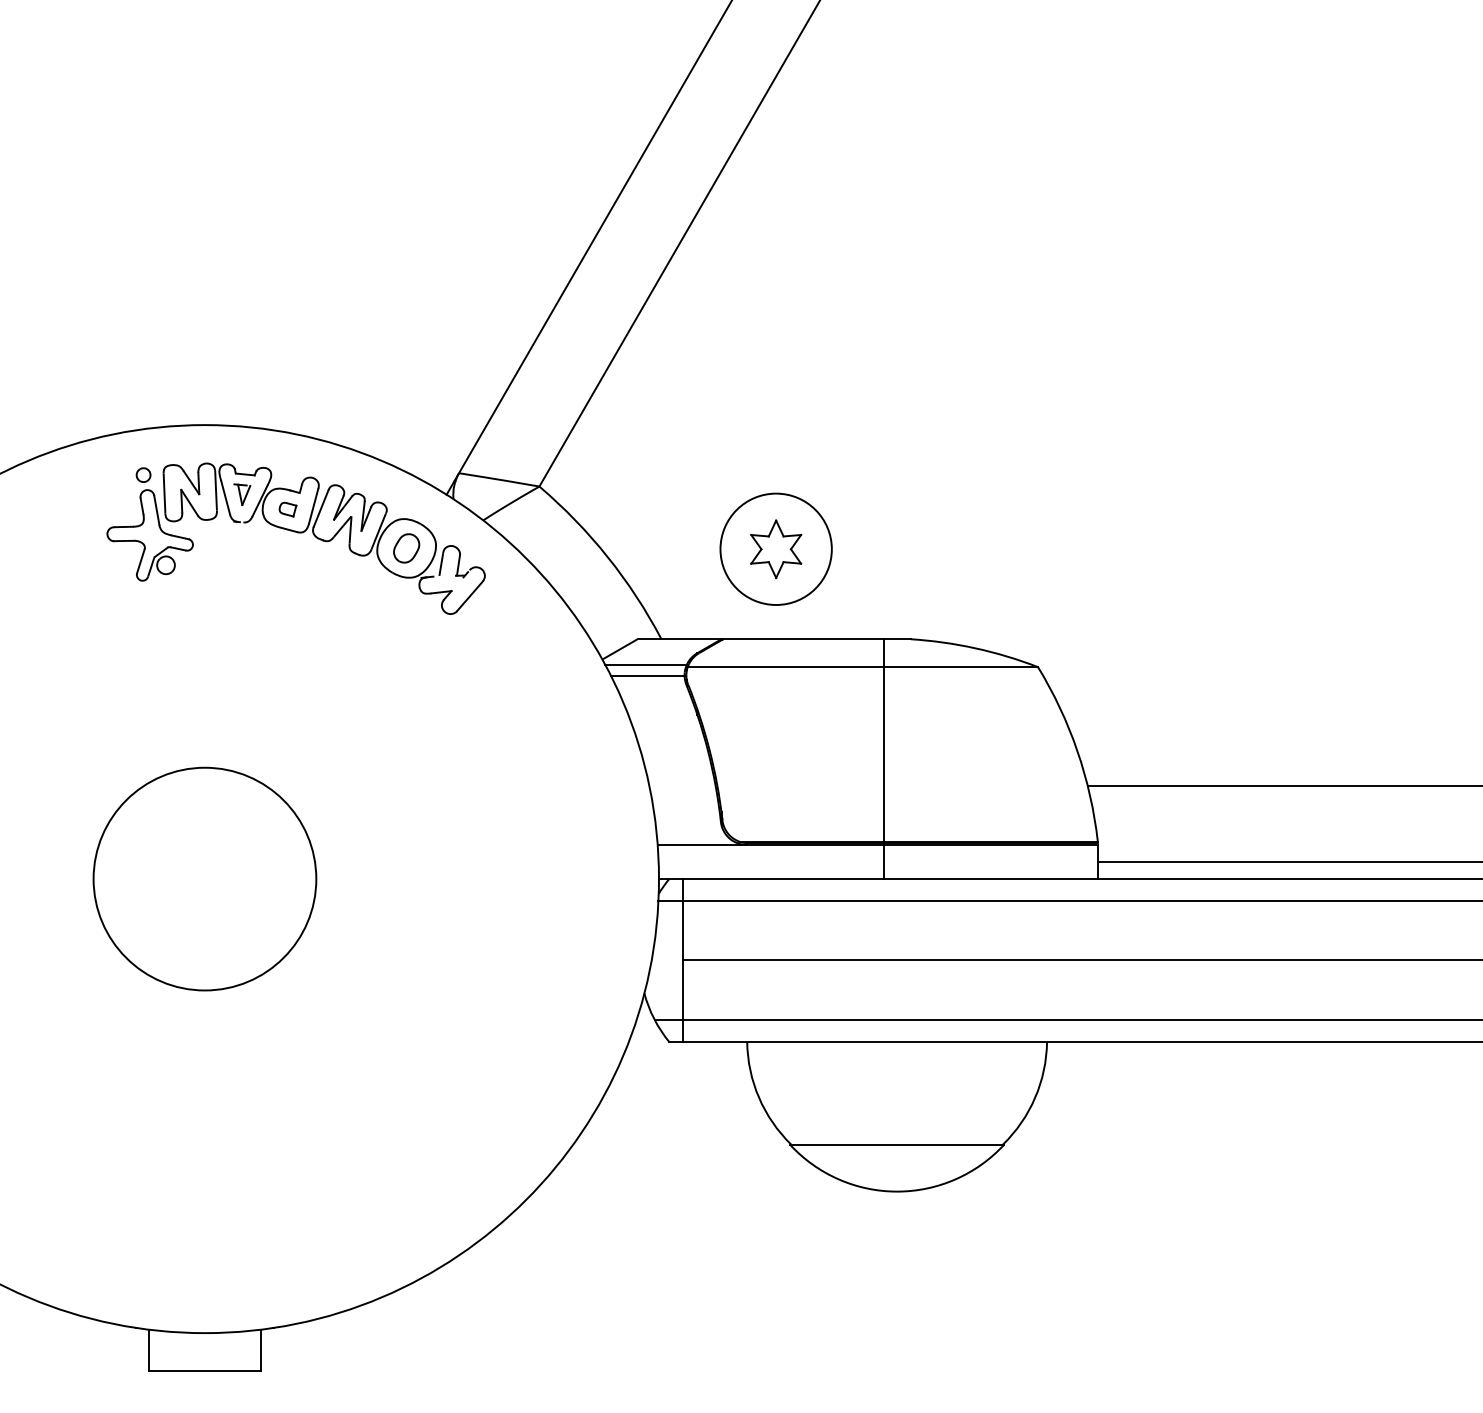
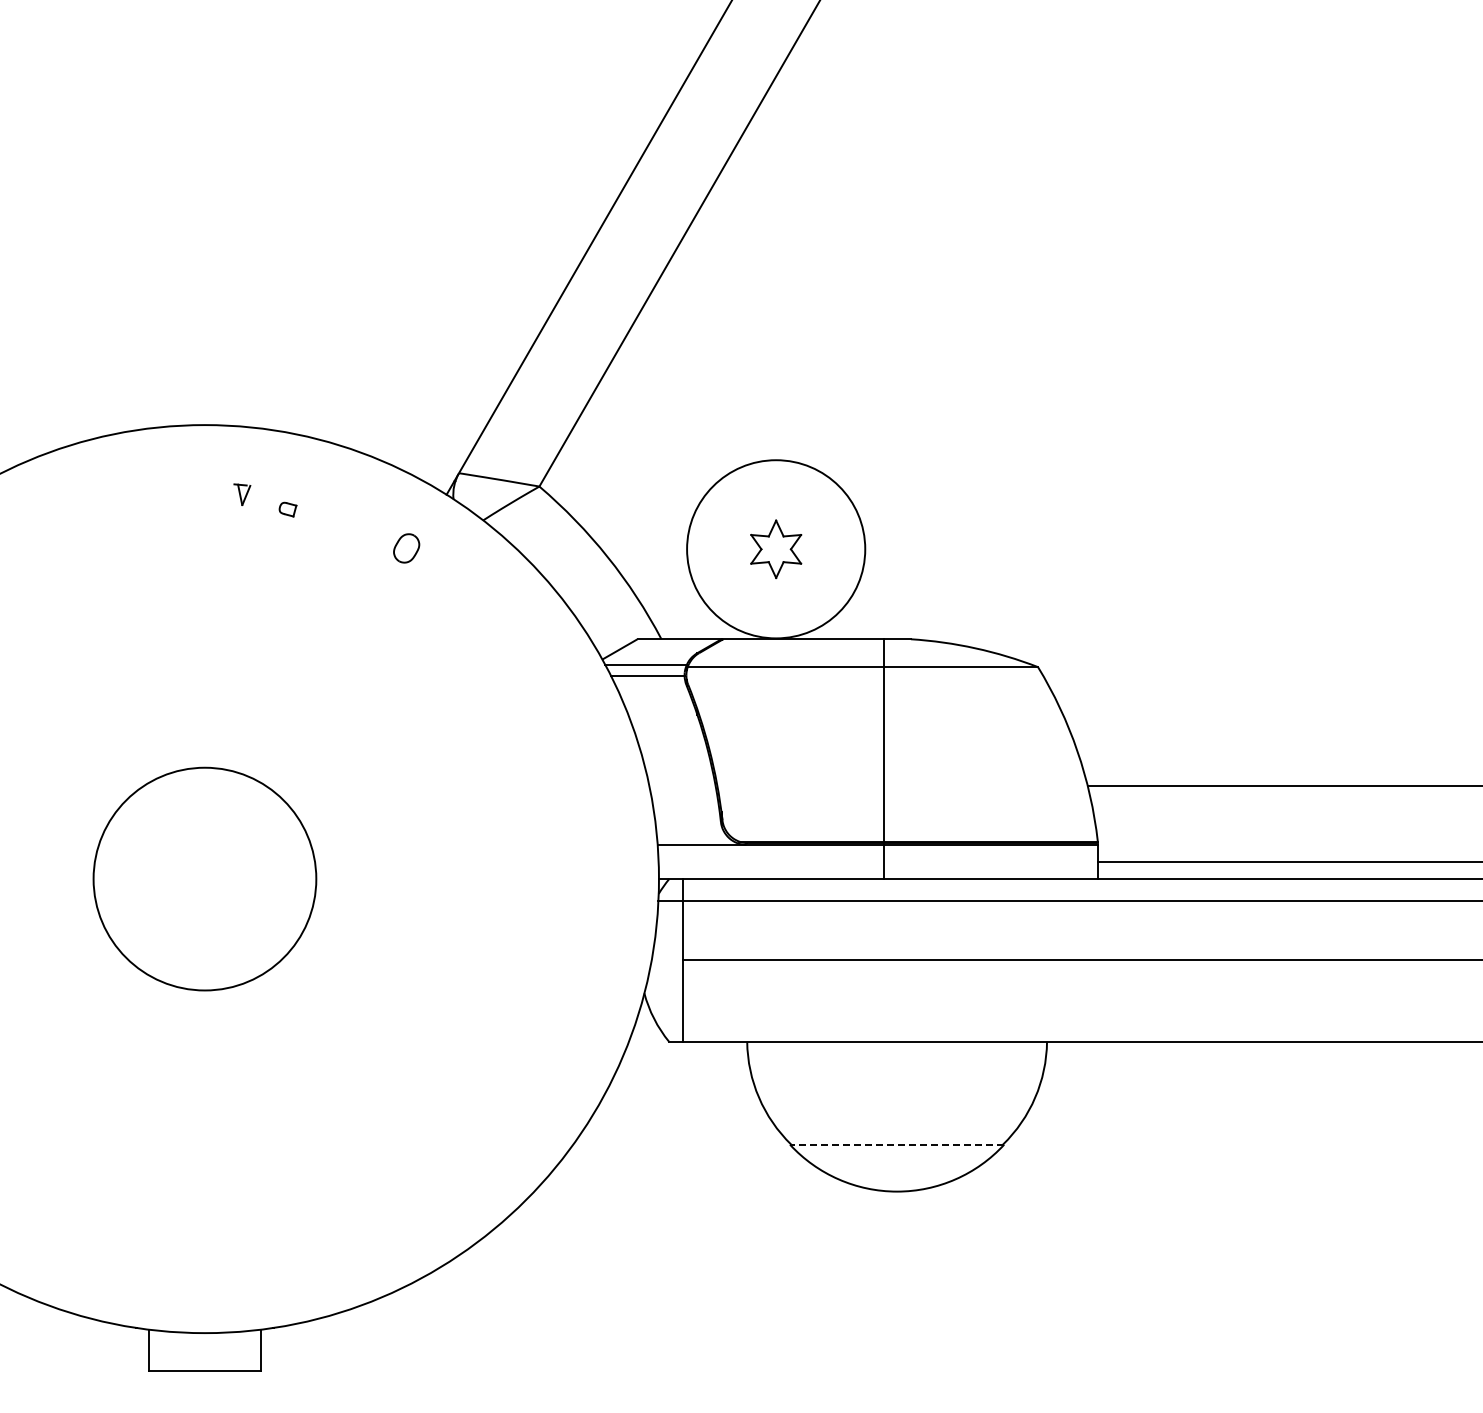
part at (295, 538): present -> none
circle at (775, 548) diameter: 111 px -> 178 px
line at (1066, 1020): present -> none
line at (896, 1144): solid -> dashed
